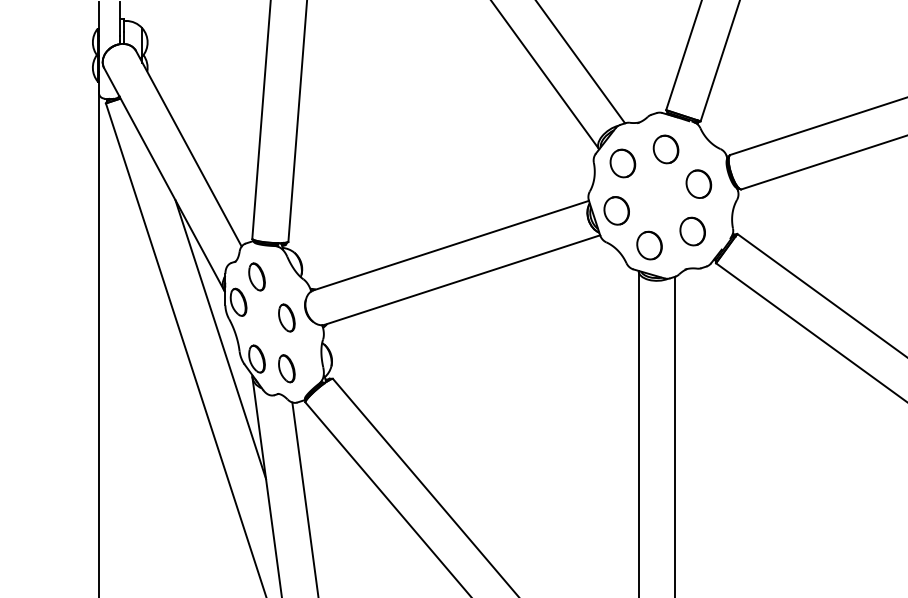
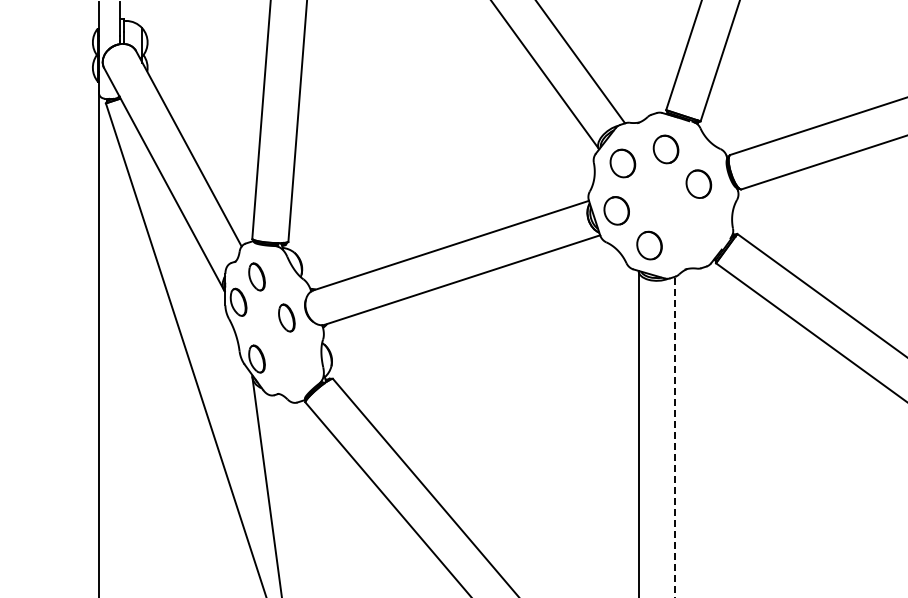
part at (692, 231): present -> none
line at (220, 339): present -> none
part at (286, 368): present -> none
line at (674, 436): solid -> dashed
line at (305, 498): present -> none
